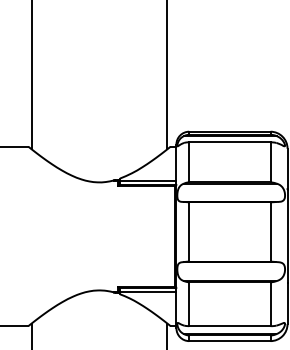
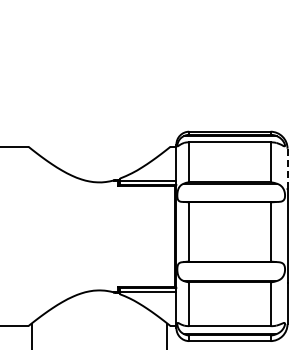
line at (31, 75): present -> none
line at (167, 75): present -> none
line at (287, 169): solid -> dashed
